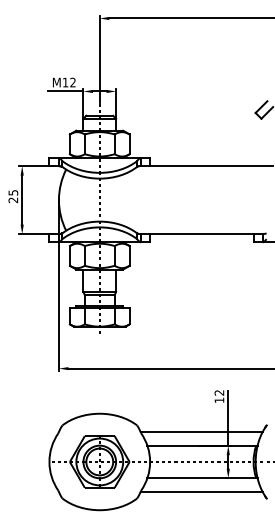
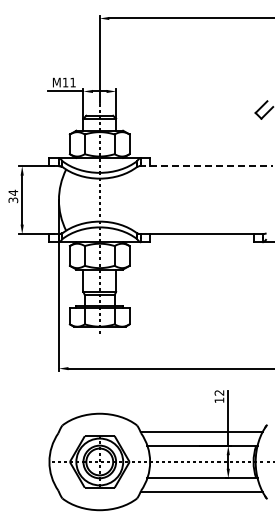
text at (72, 82): M12 -> M11
line at (205, 166): solid -> dashed
text at (13, 196): 25 -> 34
